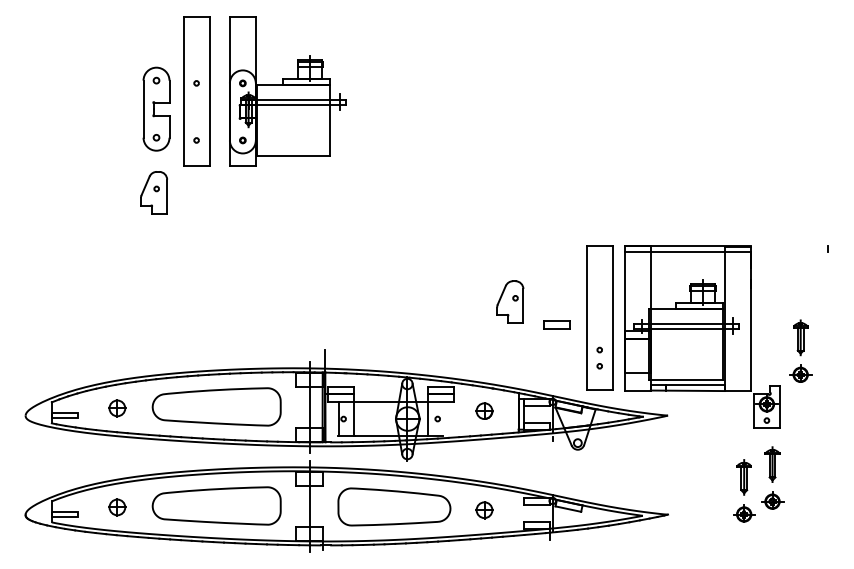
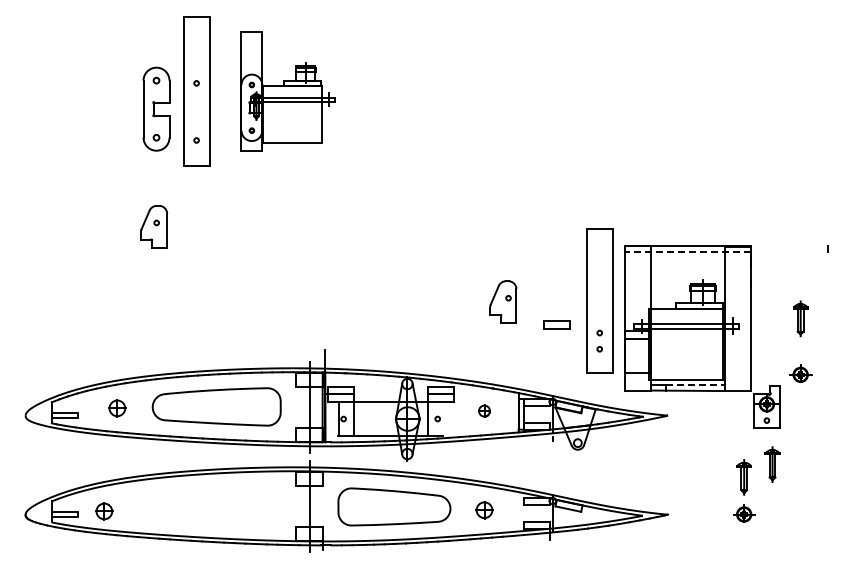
part at (287, 91) size: 118x151 px -> 96x121 px
part at (153, 192) position: (153, 192) -> (153, 226)
line at (687, 251): solid -> dashed
part at (510, 301) position: (510, 301) -> (503, 301)
part at (599, 317) position: (599, 317) -> (599, 300)
part at (800, 337) position: (800, 337) -> (800, 318)
line at (695, 385): solid -> dashed
part at (484, 410) size: 19x18 px -> 13x14 px
part at (772, 500): present -> none
part at (216, 505): present -> none
part at (117, 507) position: (117, 507) -> (104, 511)
